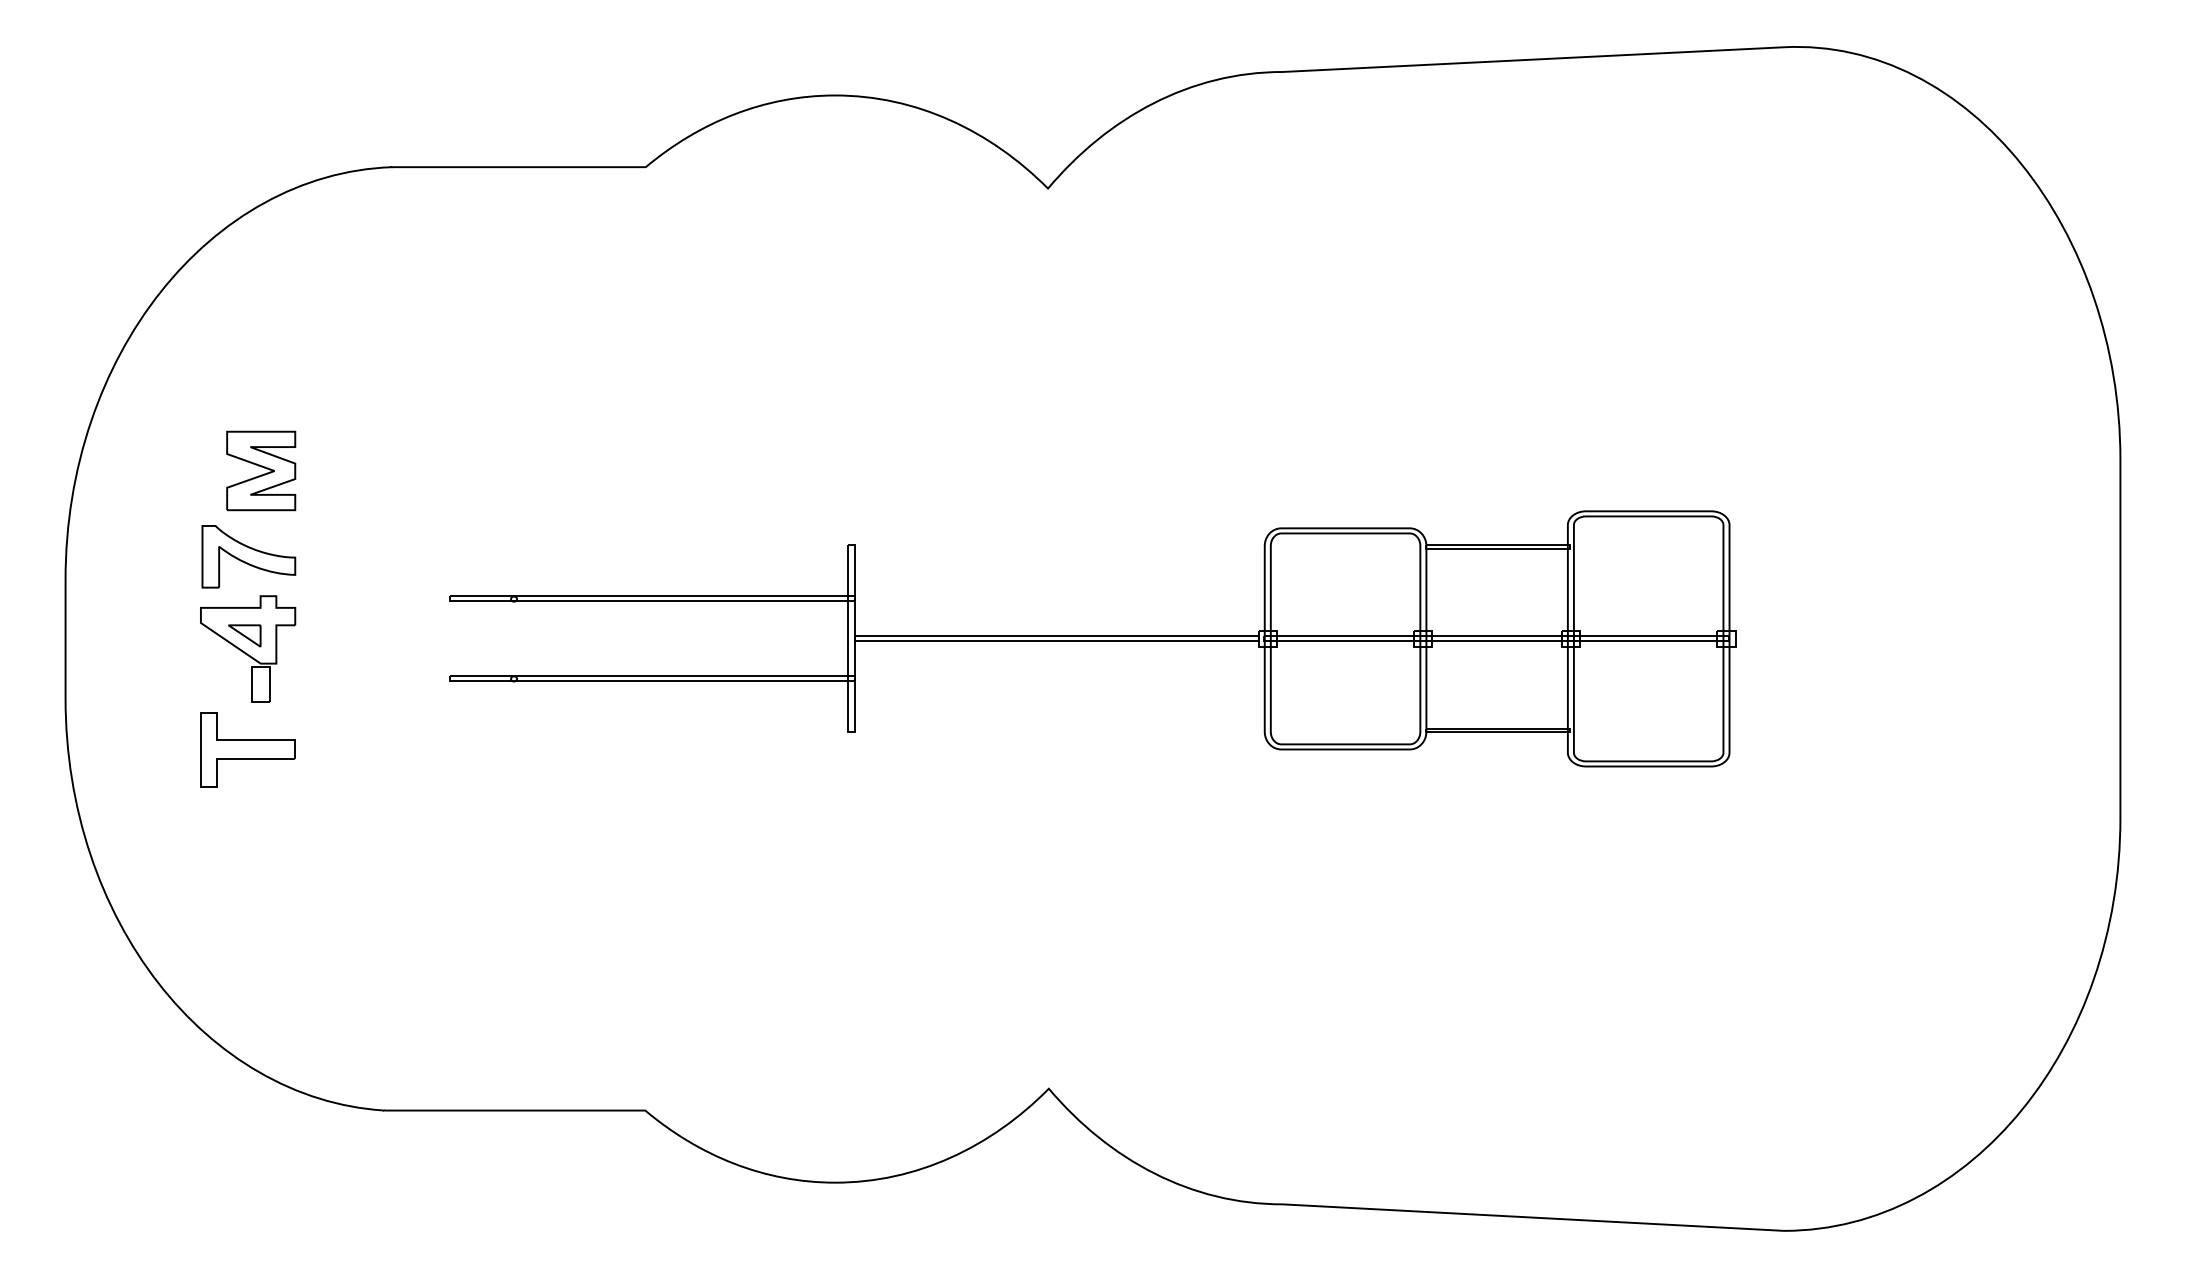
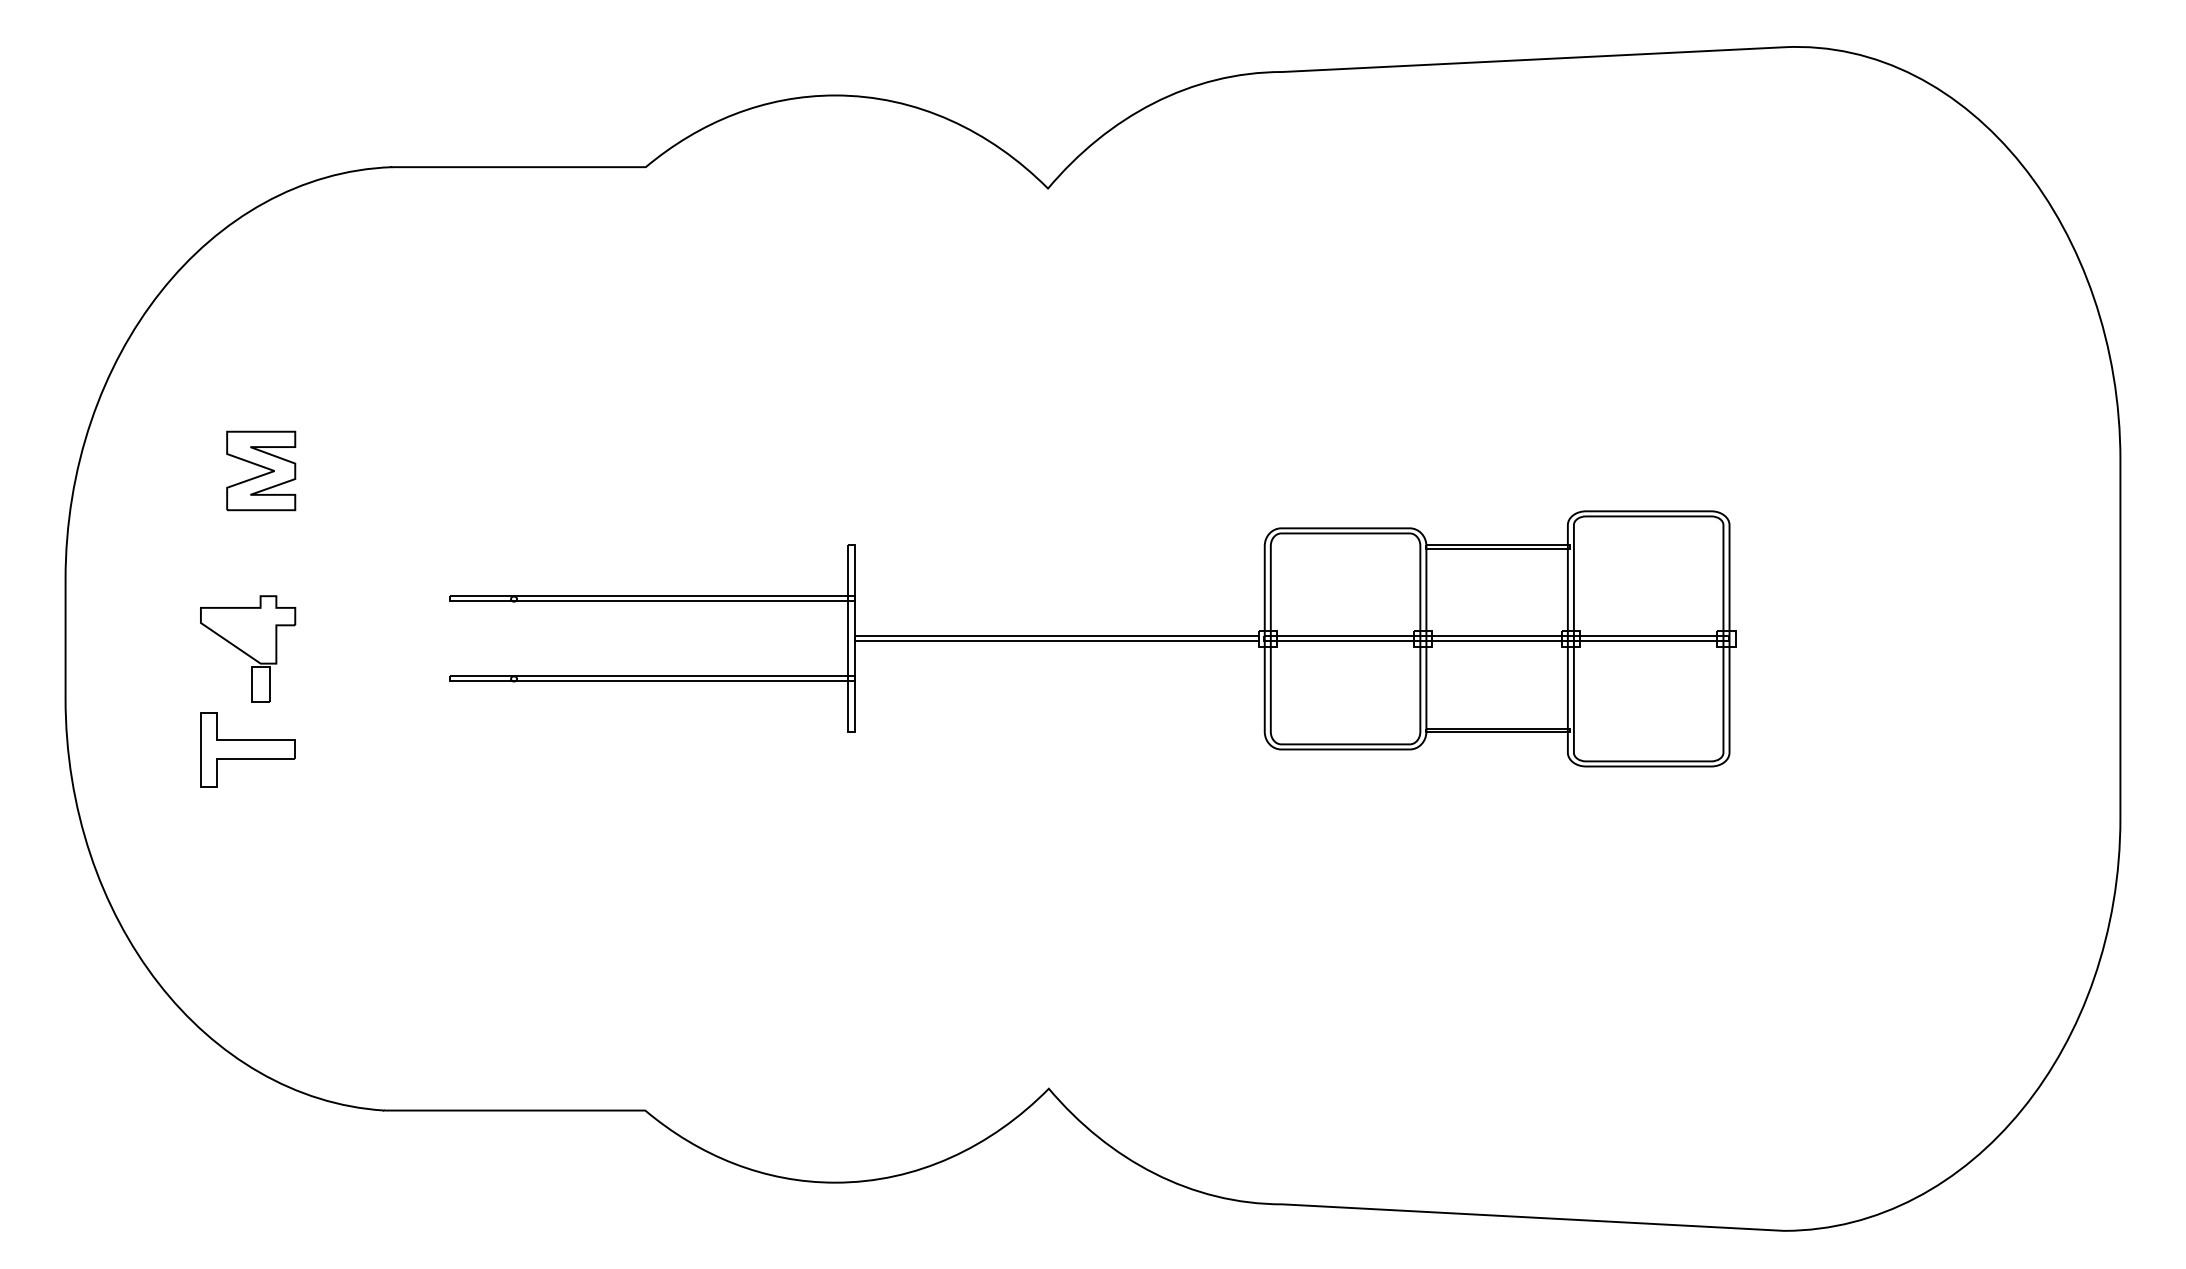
part at (248, 556): present -> none
part at (244, 635): present -> none
